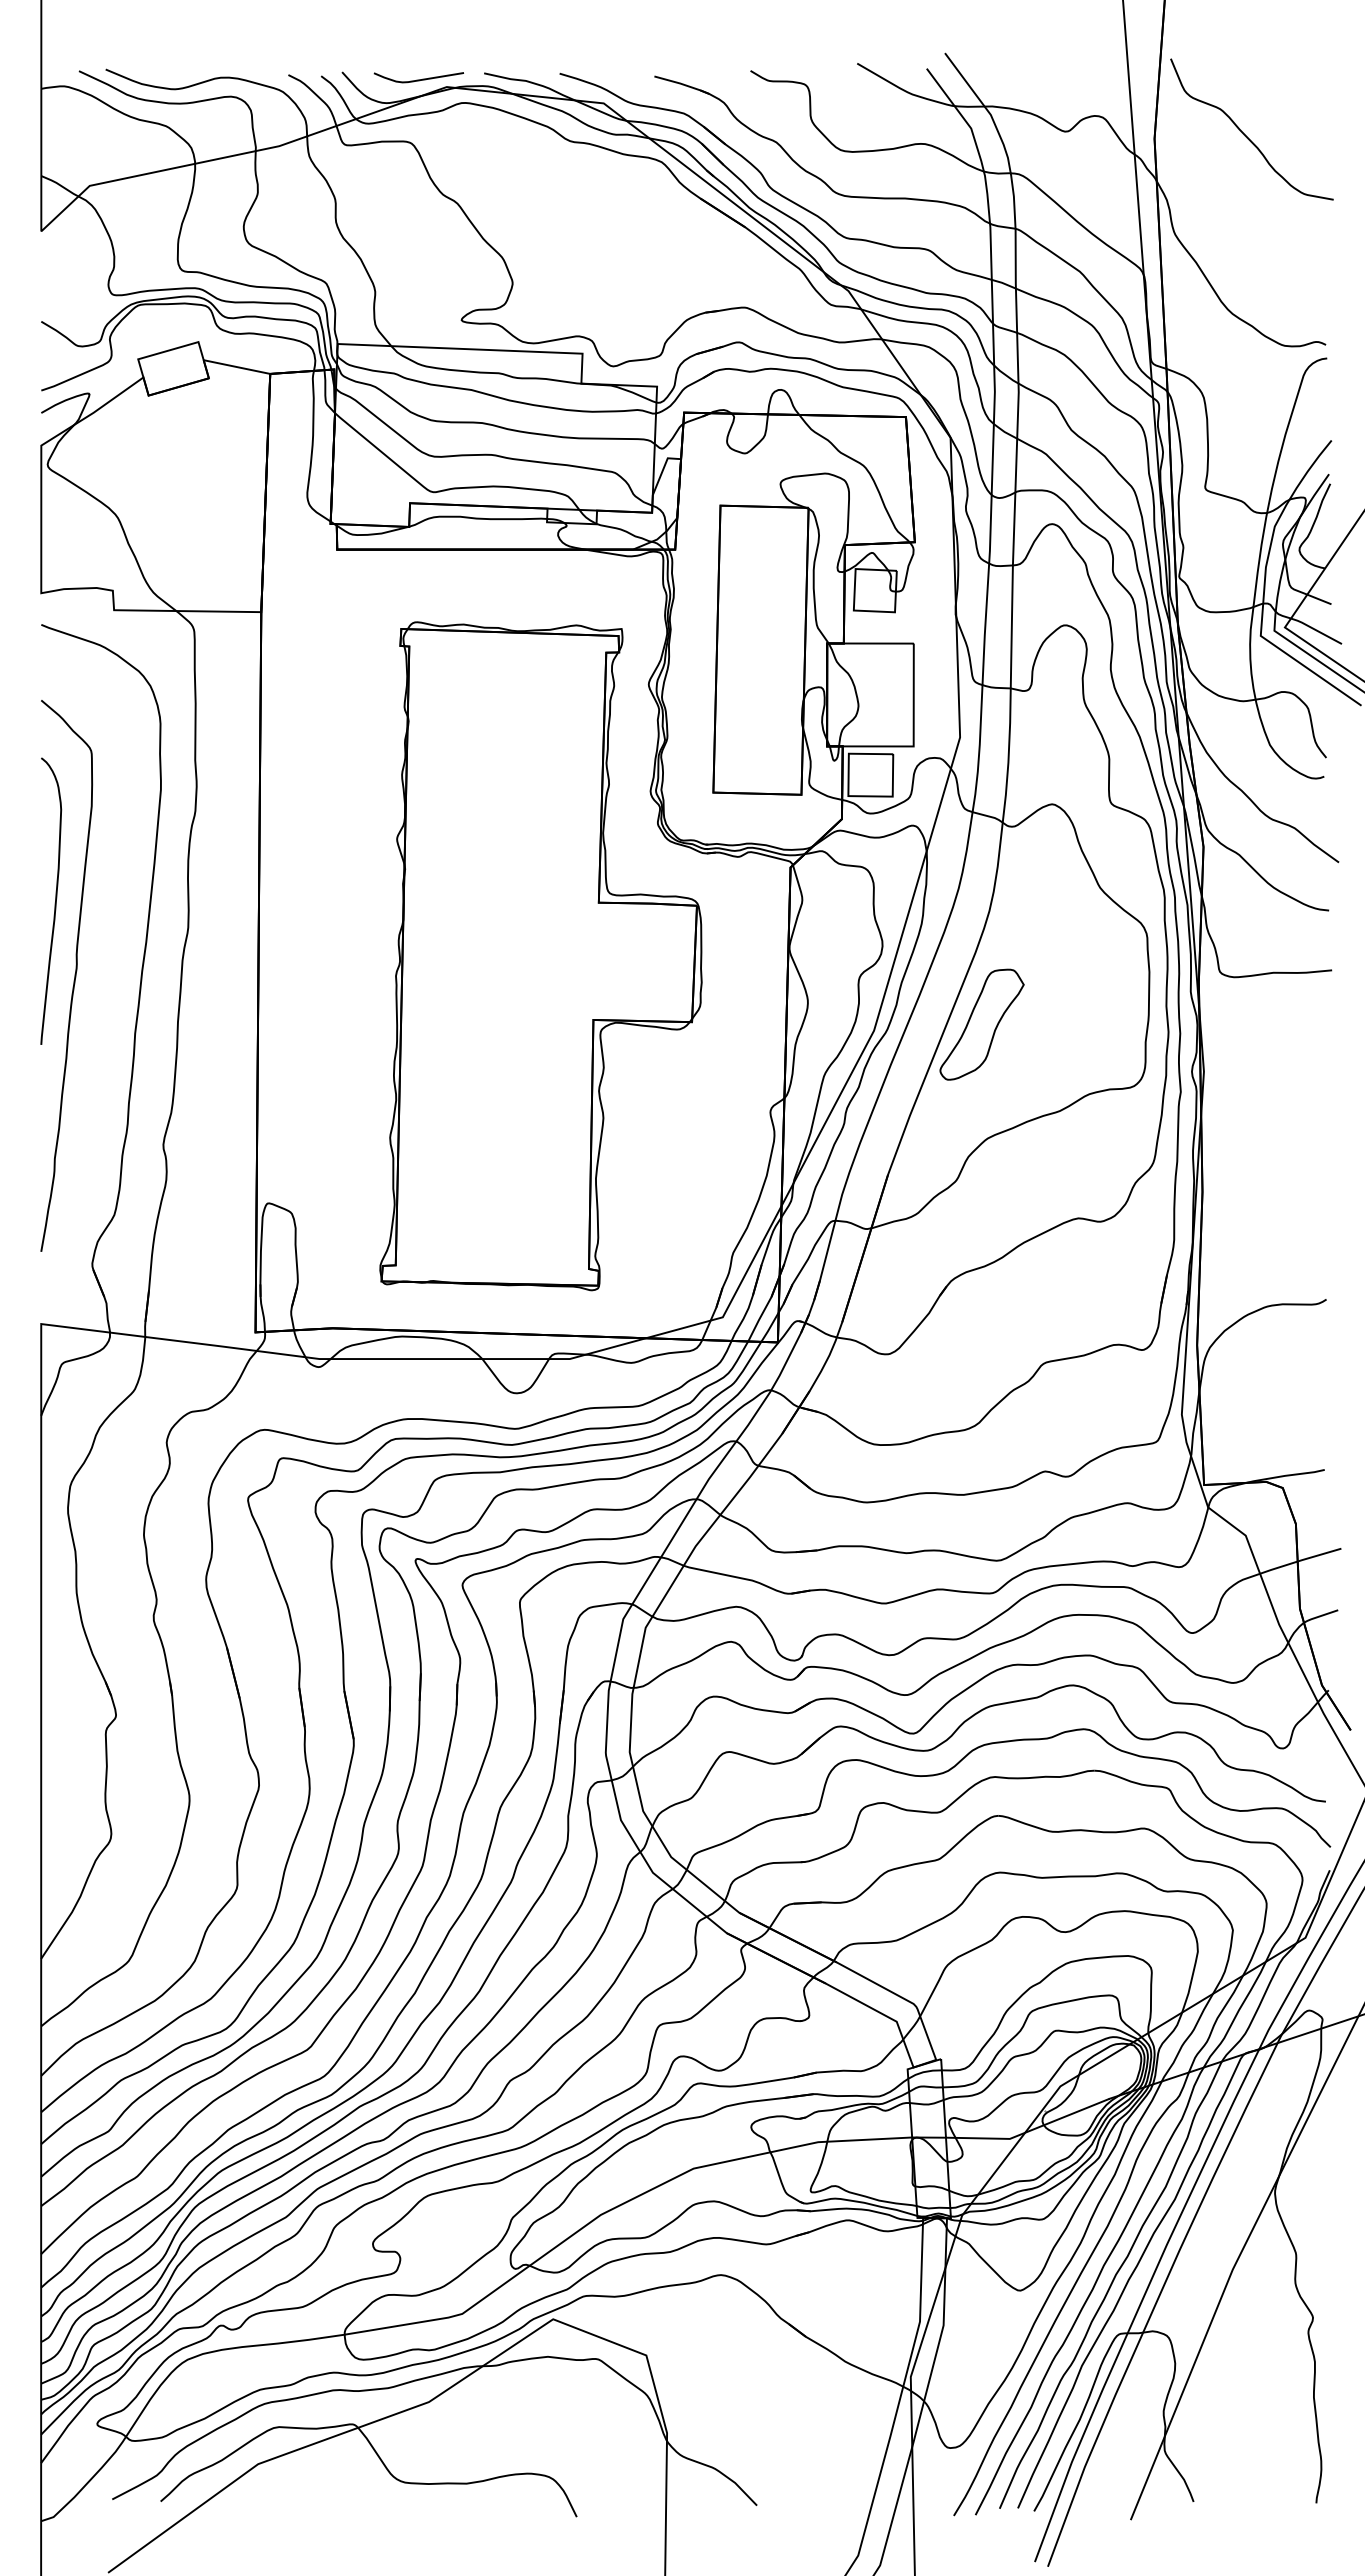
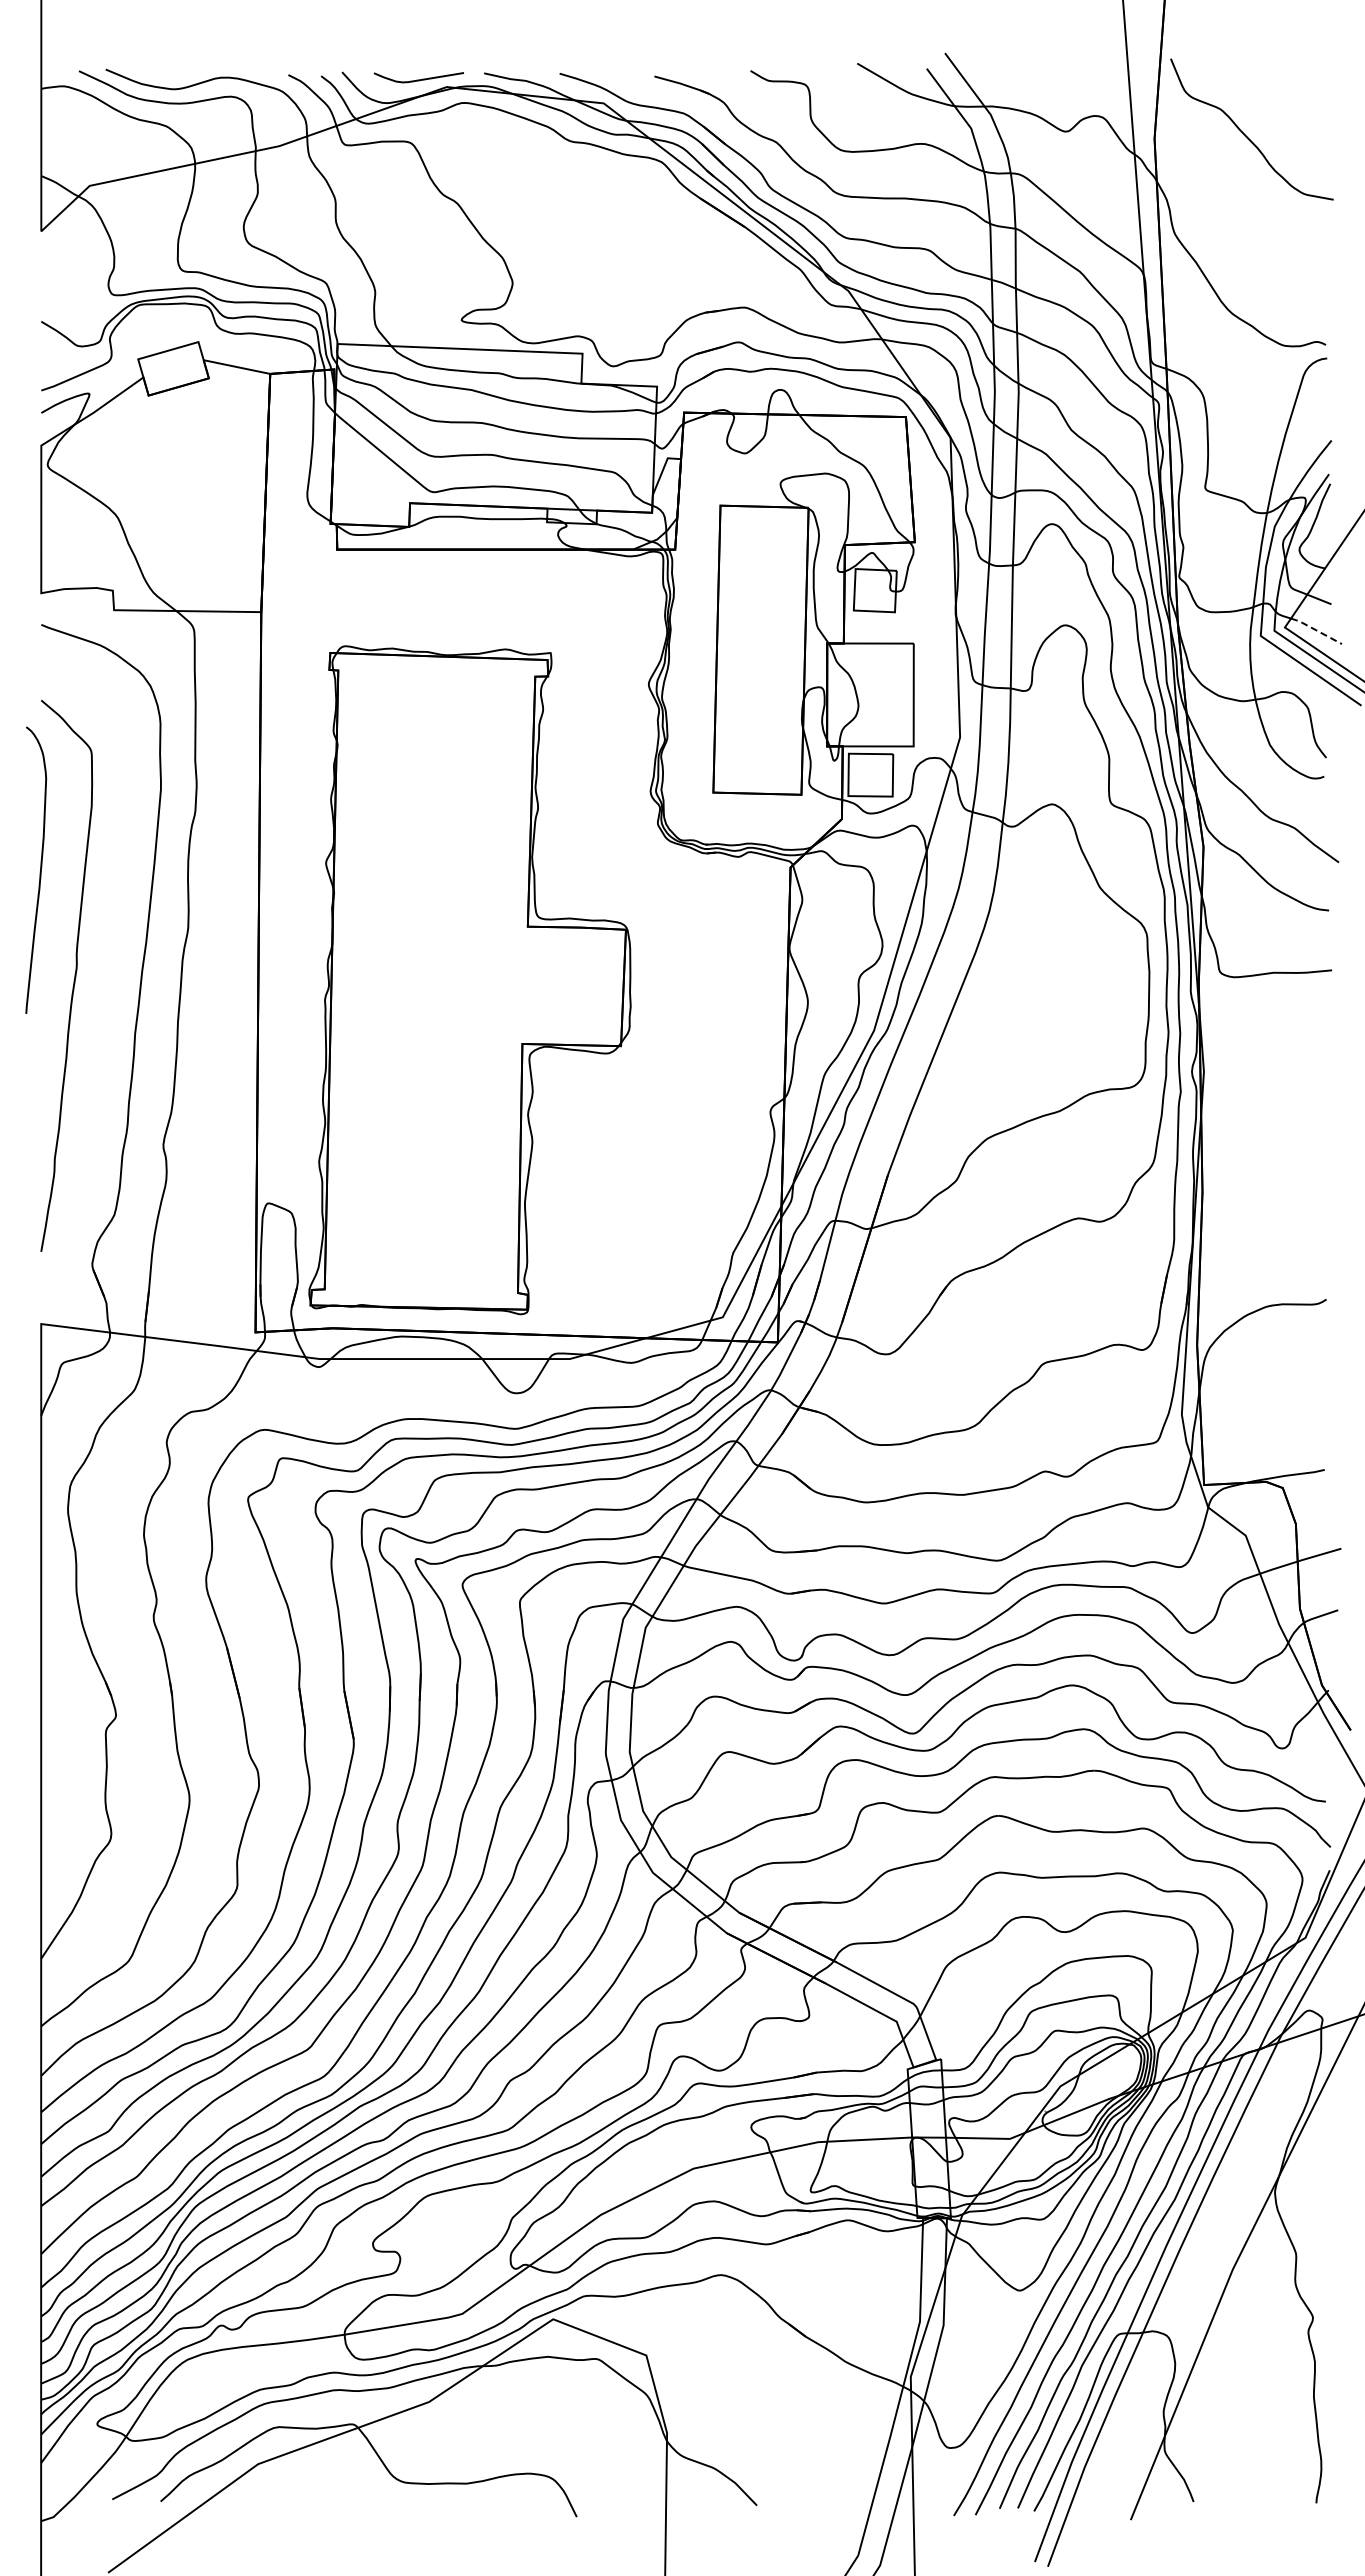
line at (1315, 630): solid -> dashed
curve at (55, 900) position: (55, 900) -> (40, 869)
part at (540, 956) position: (540, 956) -> (469, 980)
part at (981, 1024): present -> none
